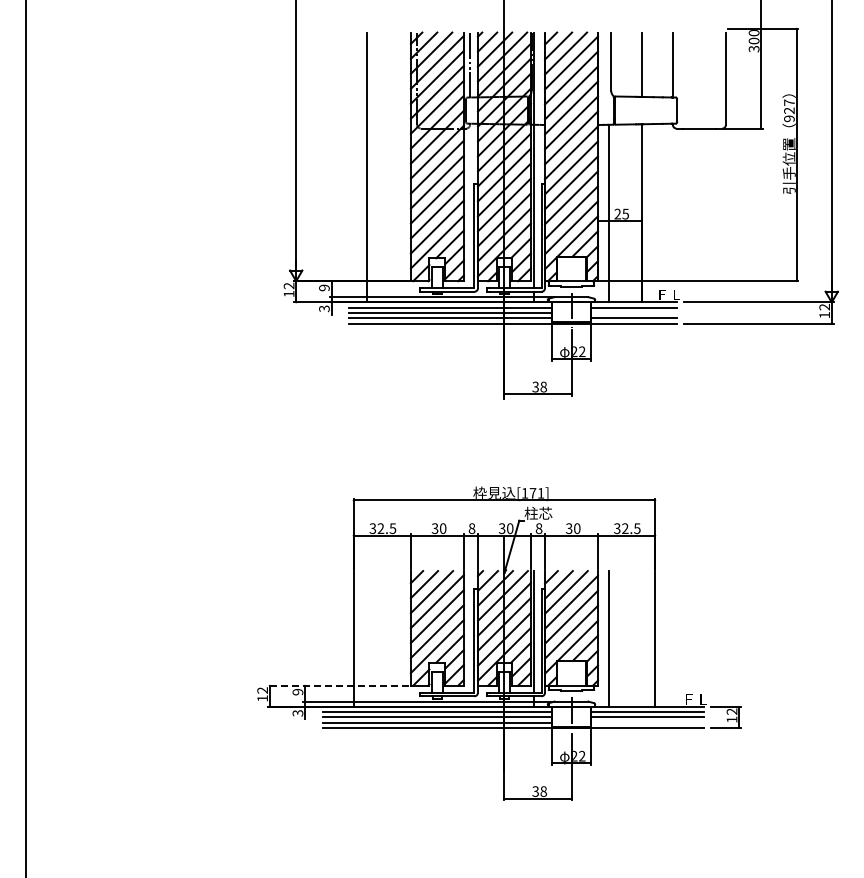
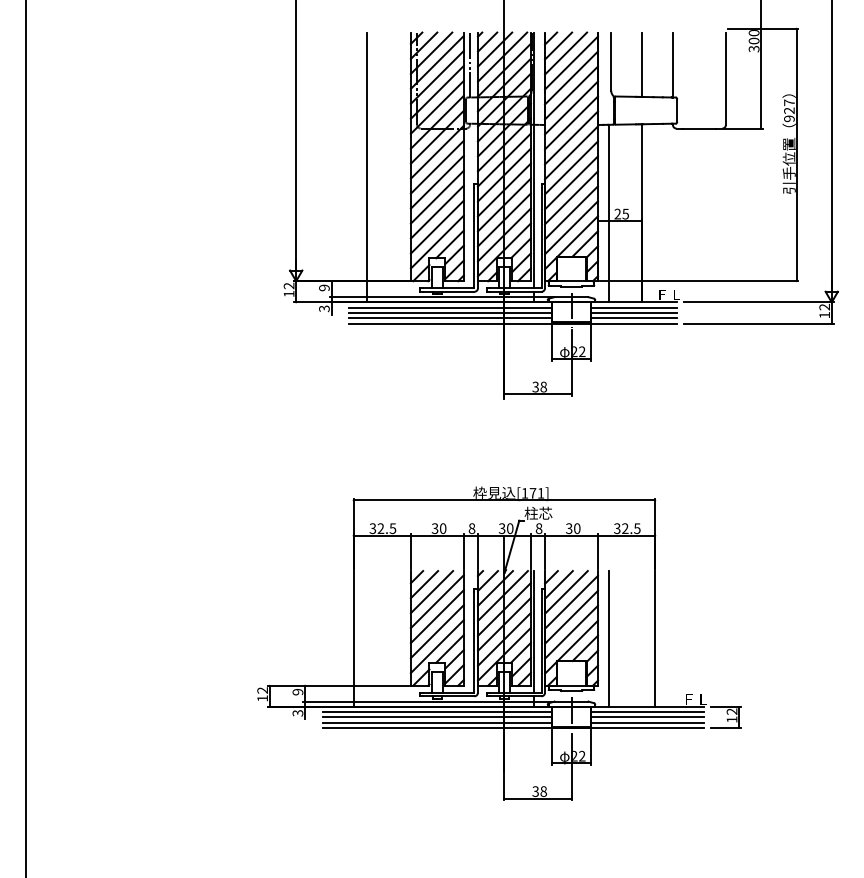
line at (633, 312): none -> present
line at (338, 685): dashed -> solid
line at (646, 722): none -> present
